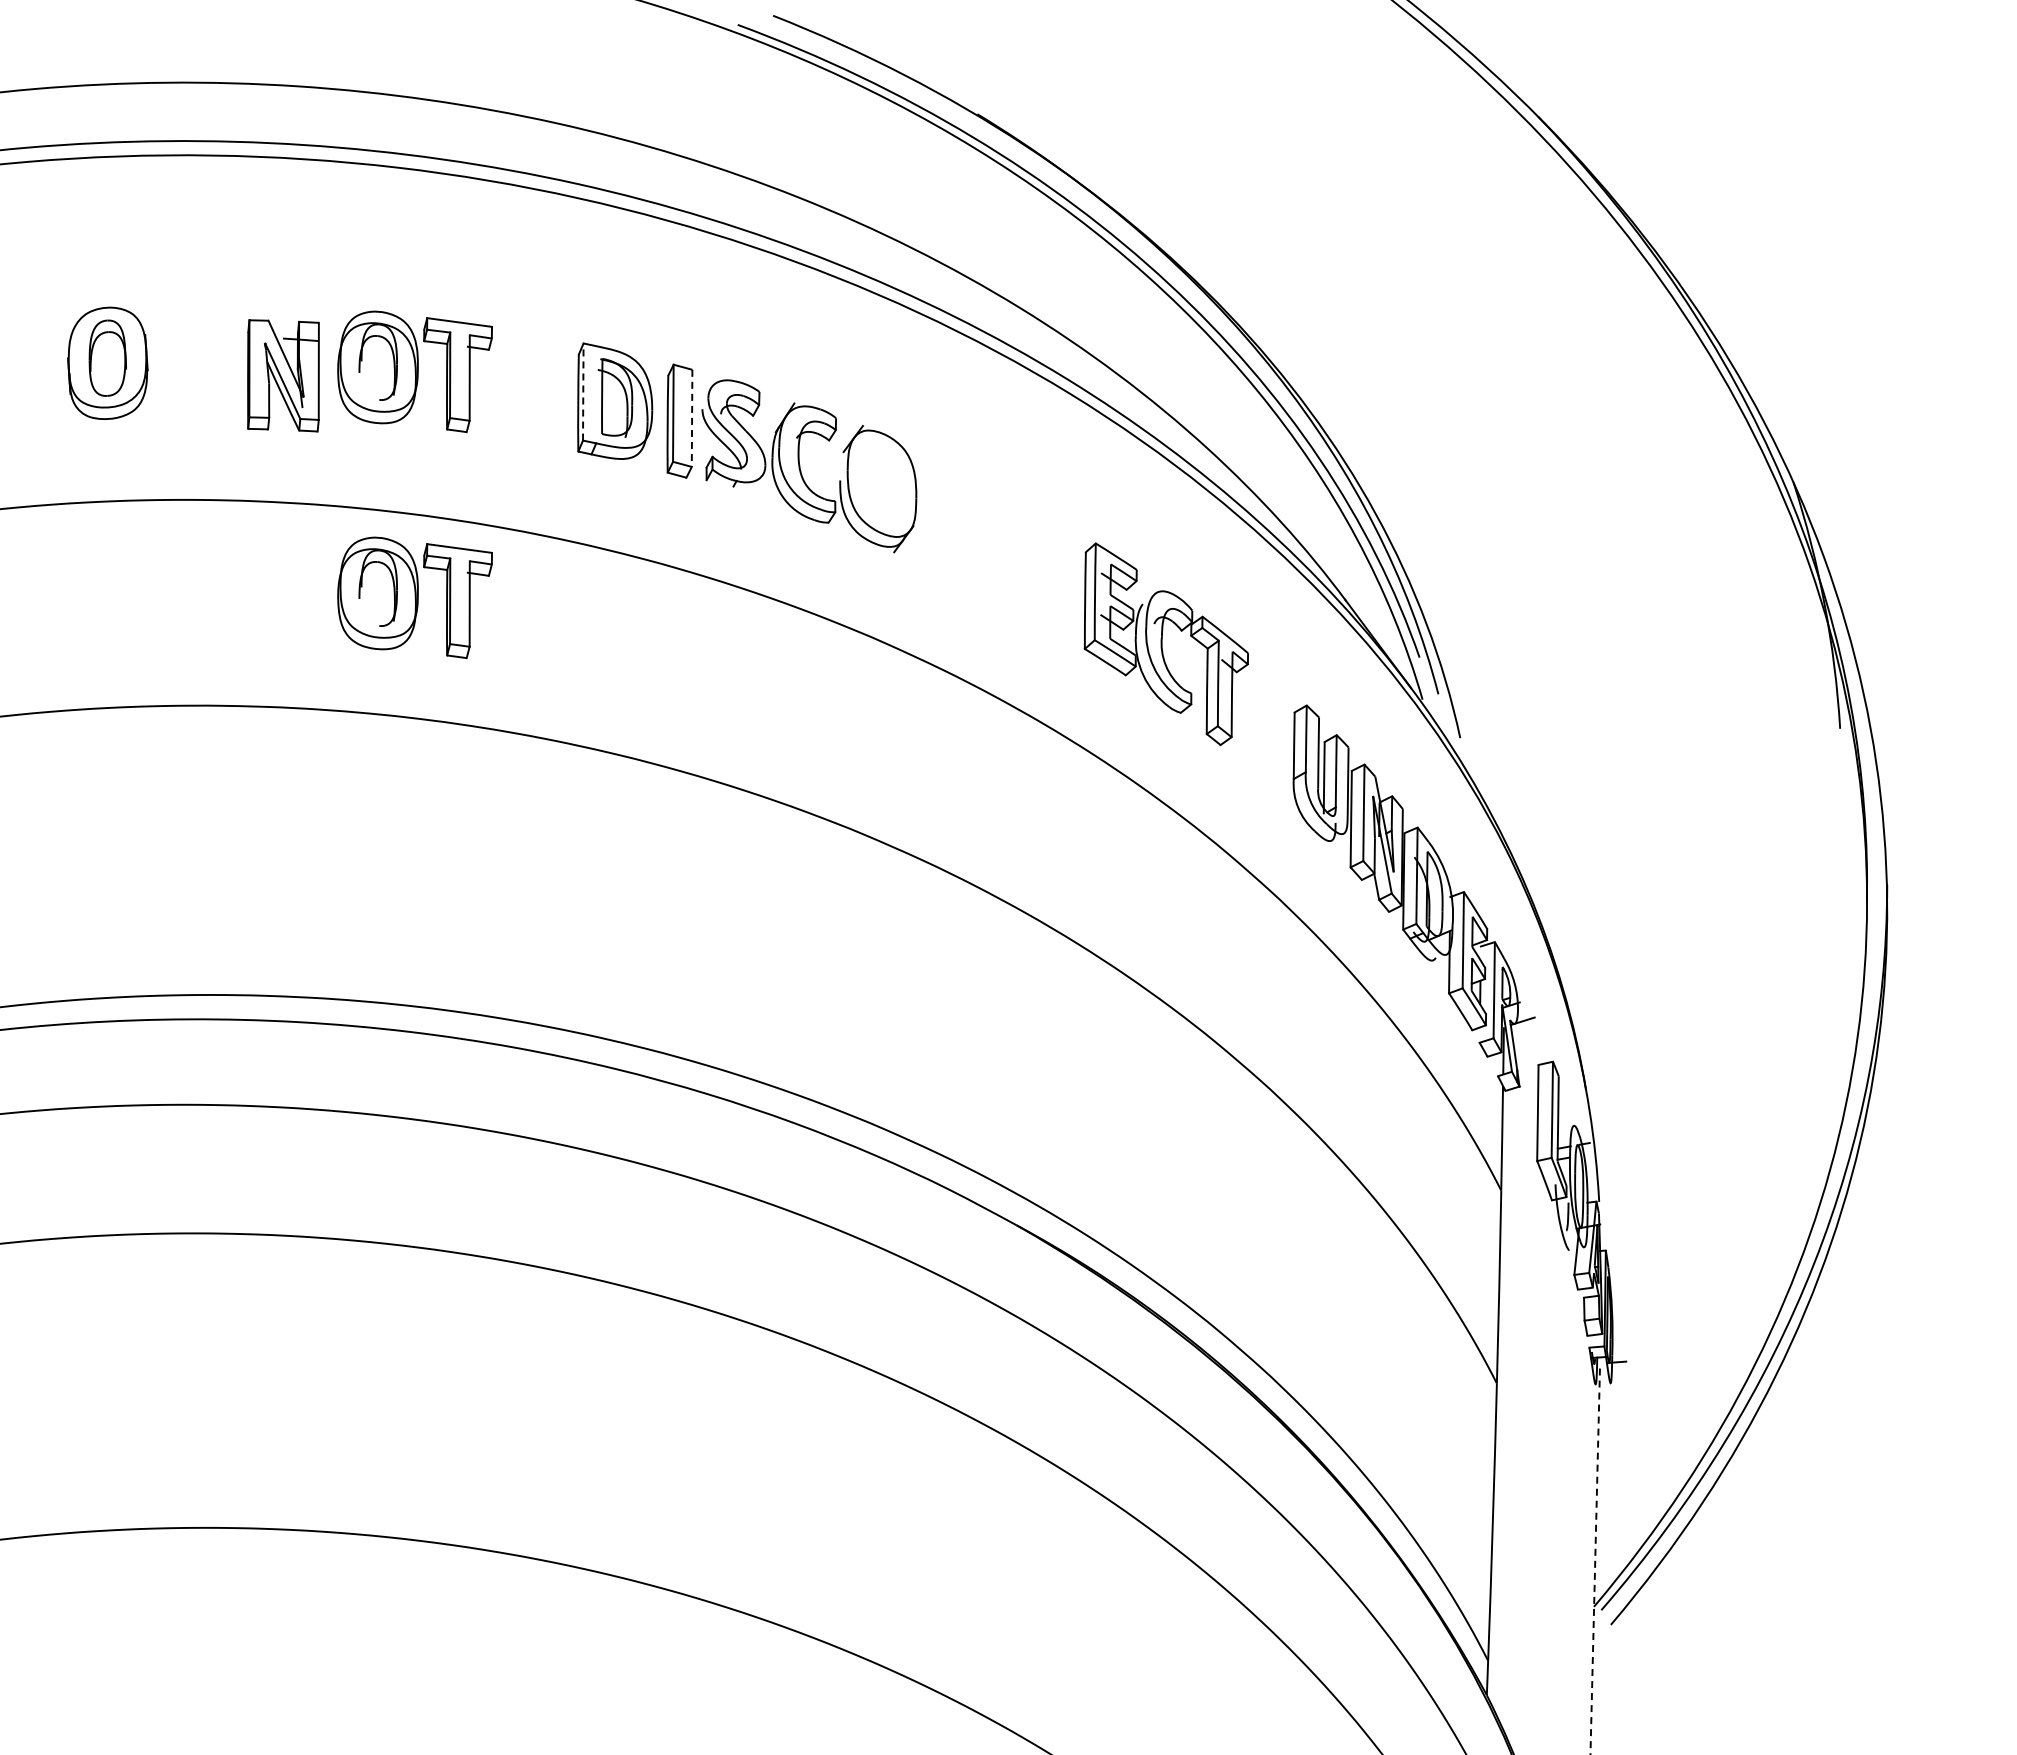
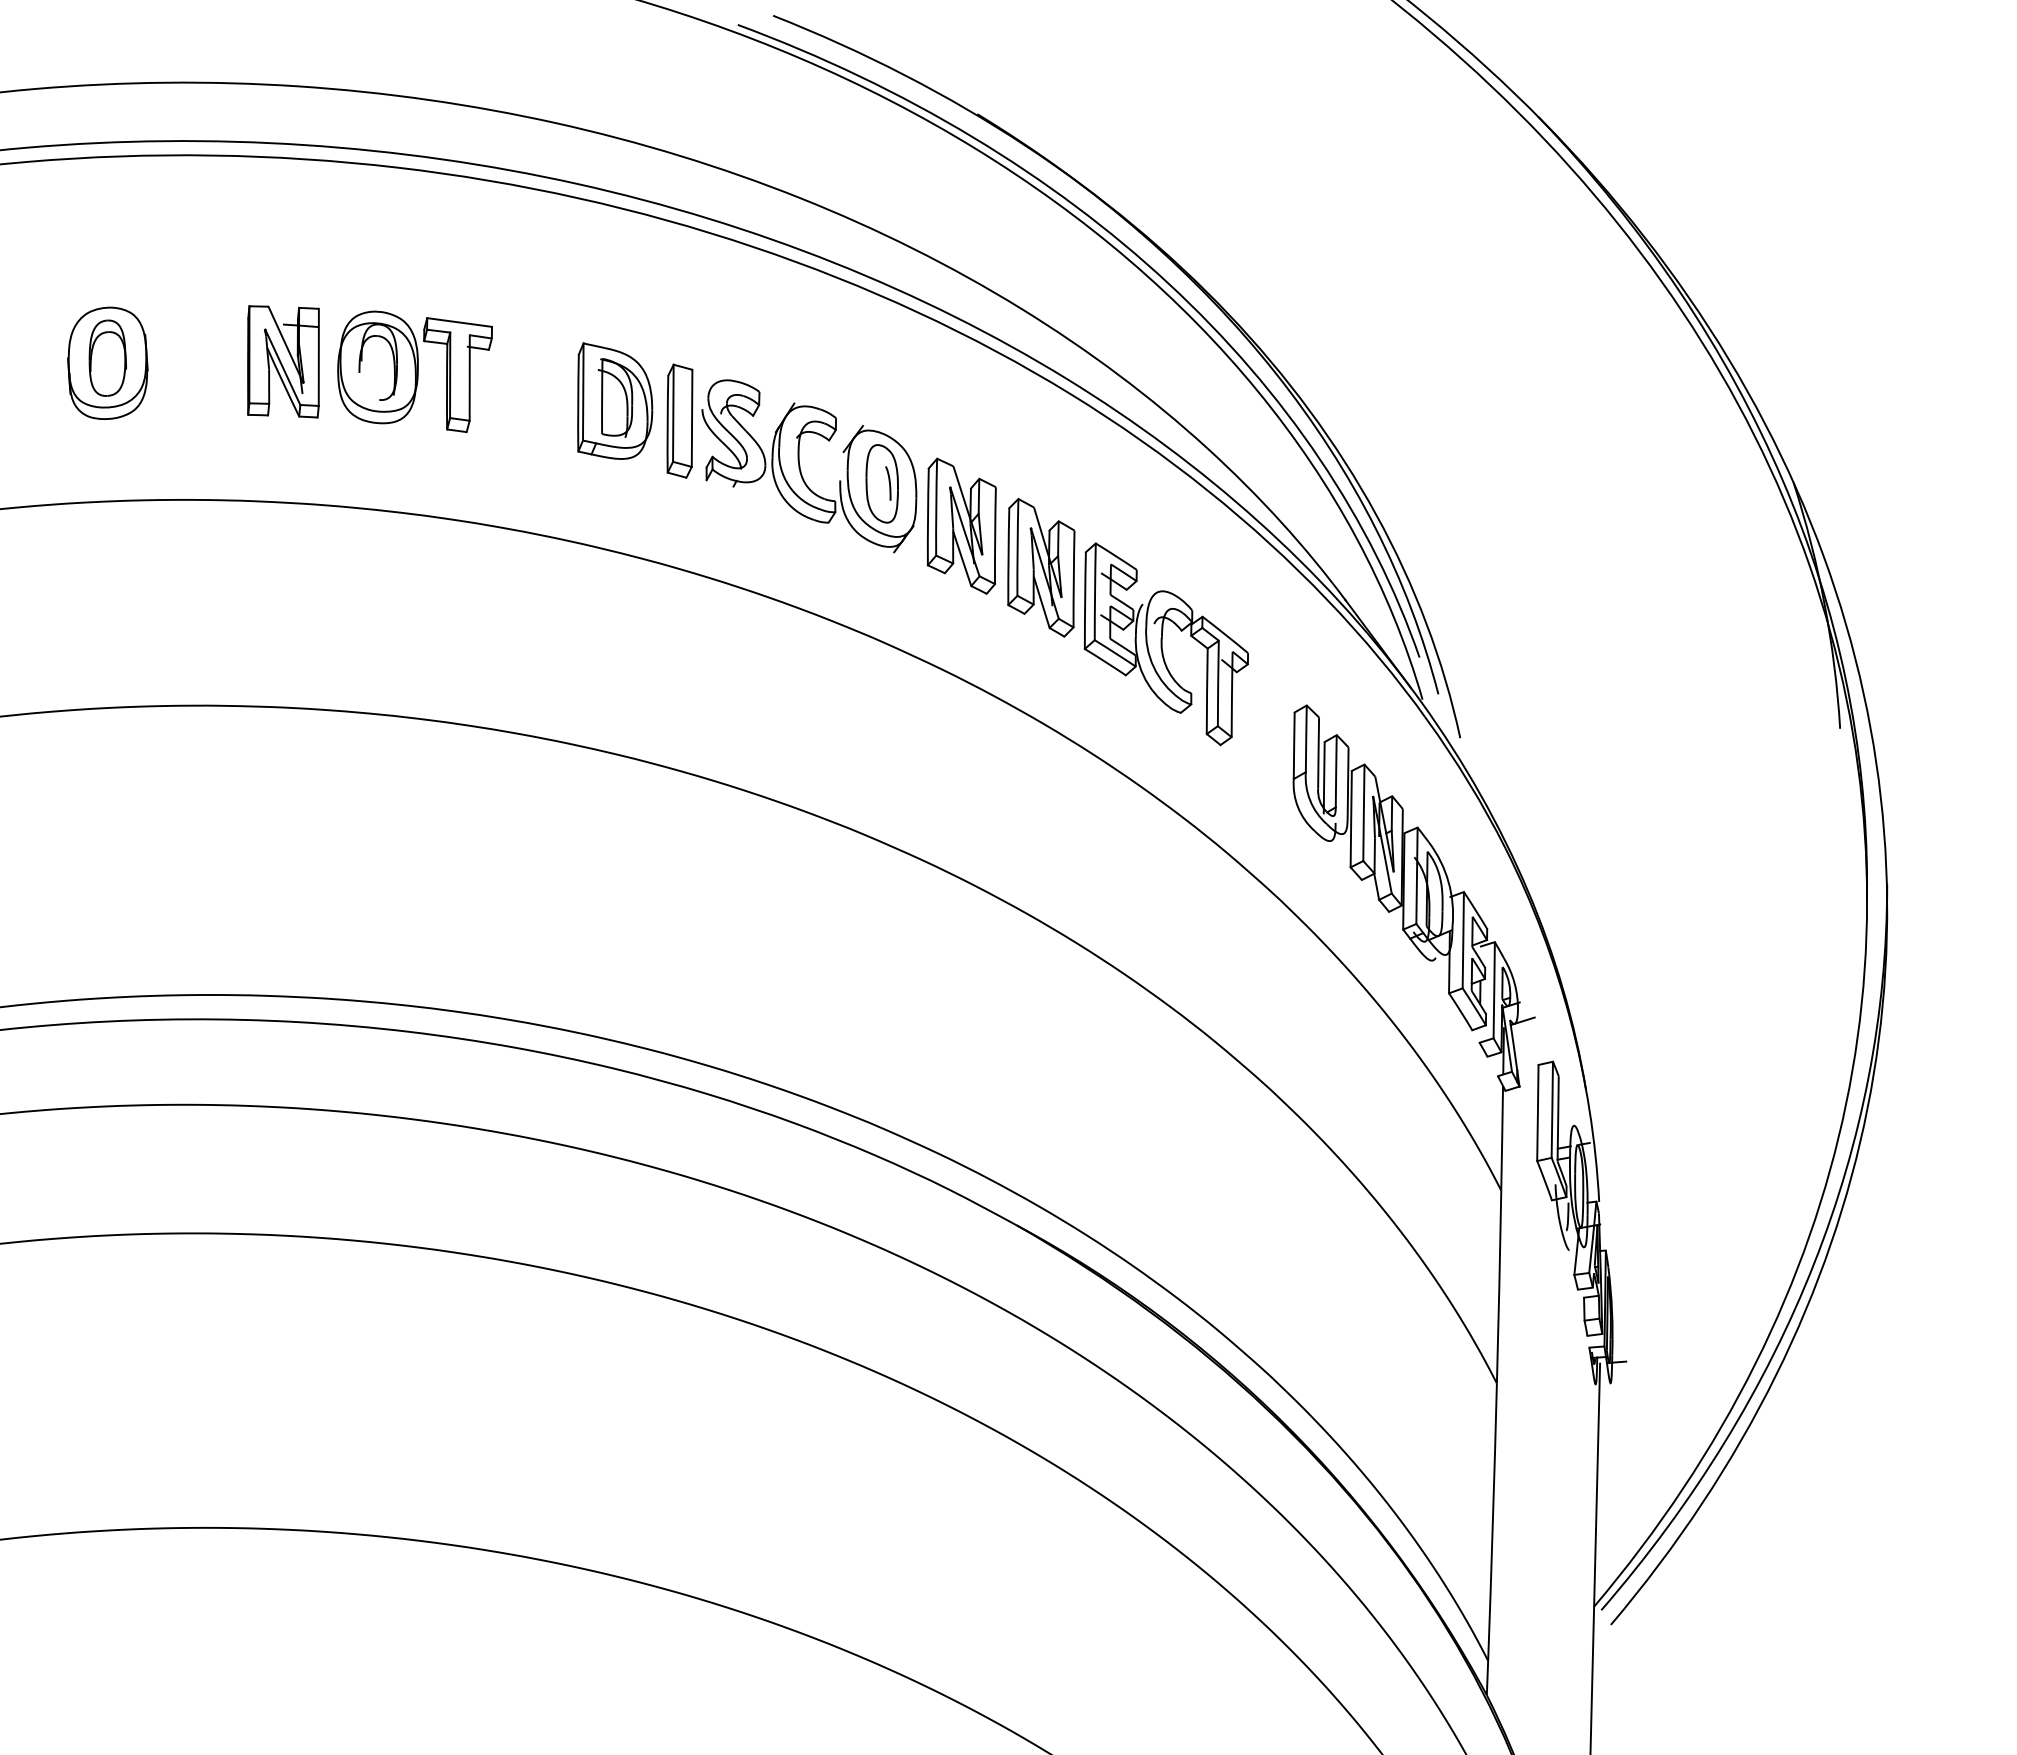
part at (283, 375) position: (283, 375) -> (283, 361)
line at (583, 392): dashed -> solid
line at (692, 418): dashed -> solid
part at (881, 483): none -> present
part at (961, 525): none -> present
part at (1041, 567): none -> present
part at (414, 597): present -> none
line at (1595, 1558): dashed -> solid
